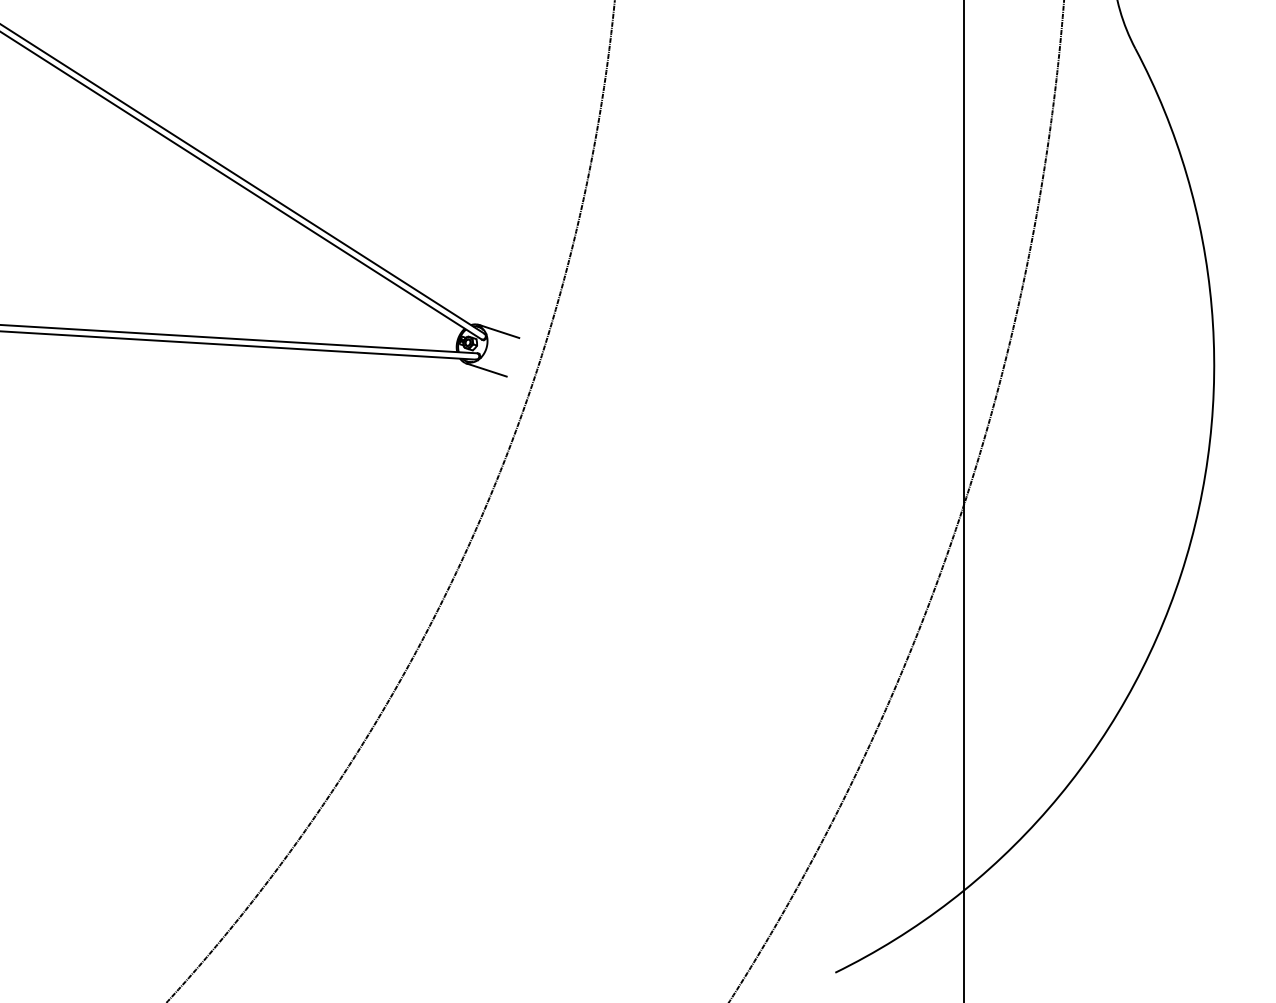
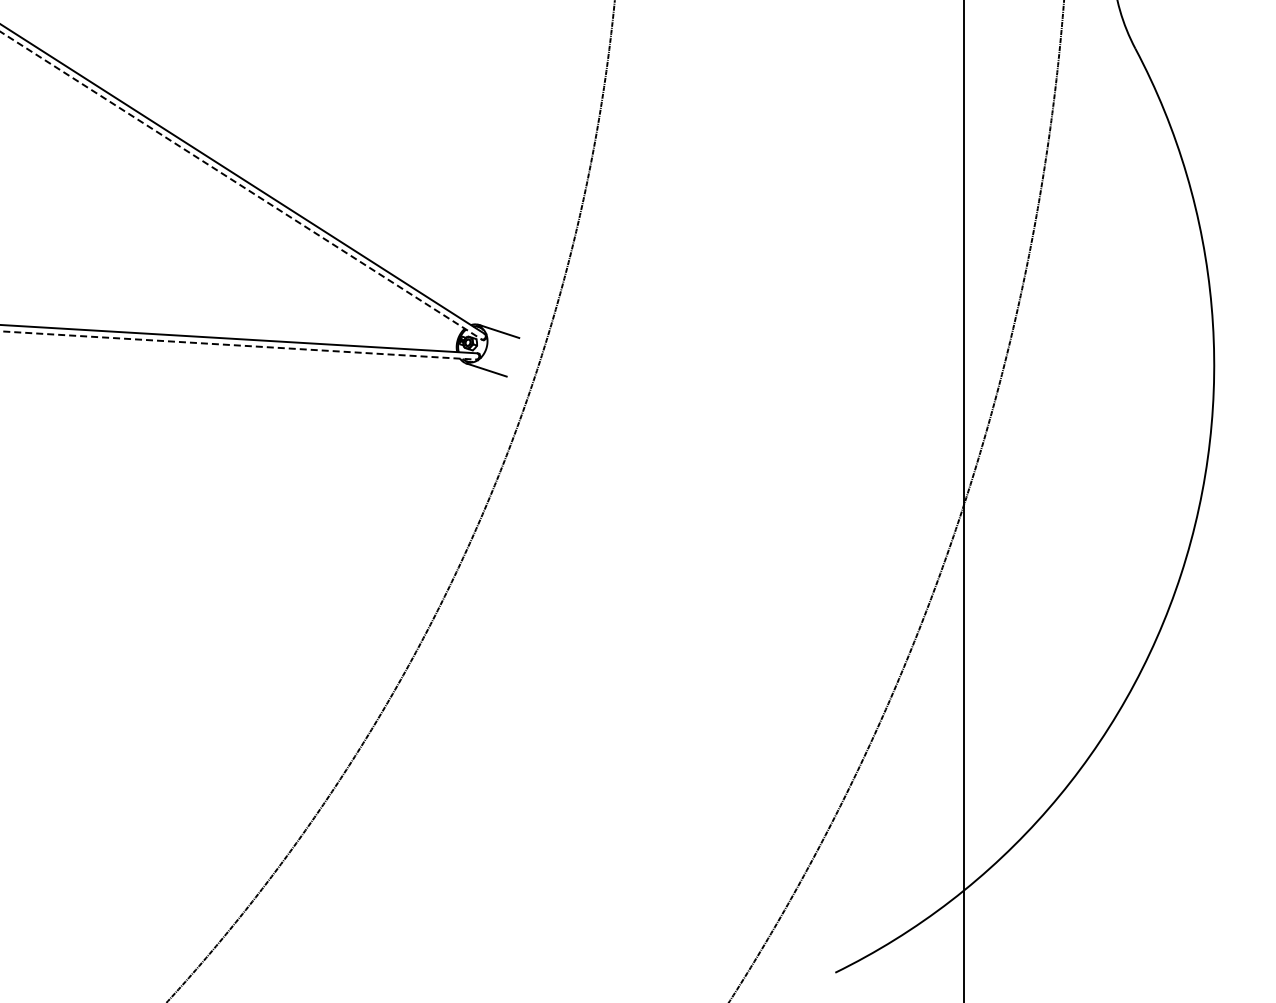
line at (240, 185): solid -> dashed
line at (239, 345): solid -> dashed
